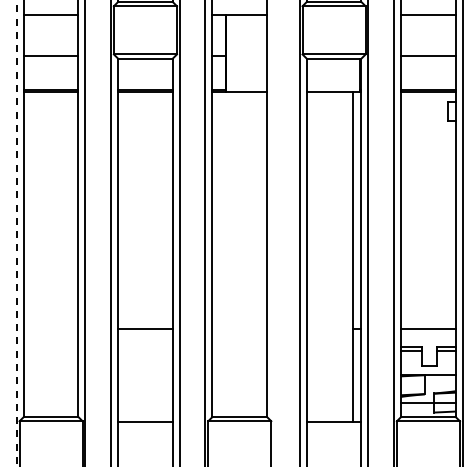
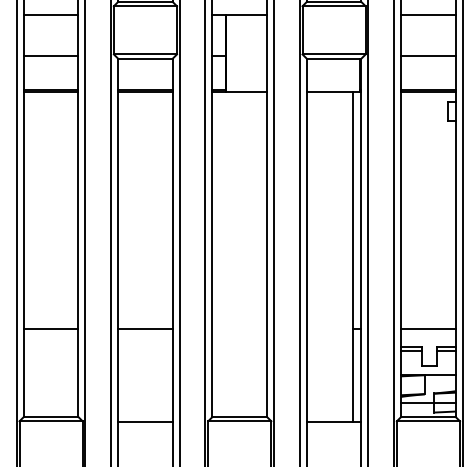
line at (274, 232): none -> present
line at (16, 233): dashed -> solid
line at (50, 329): none -> present
